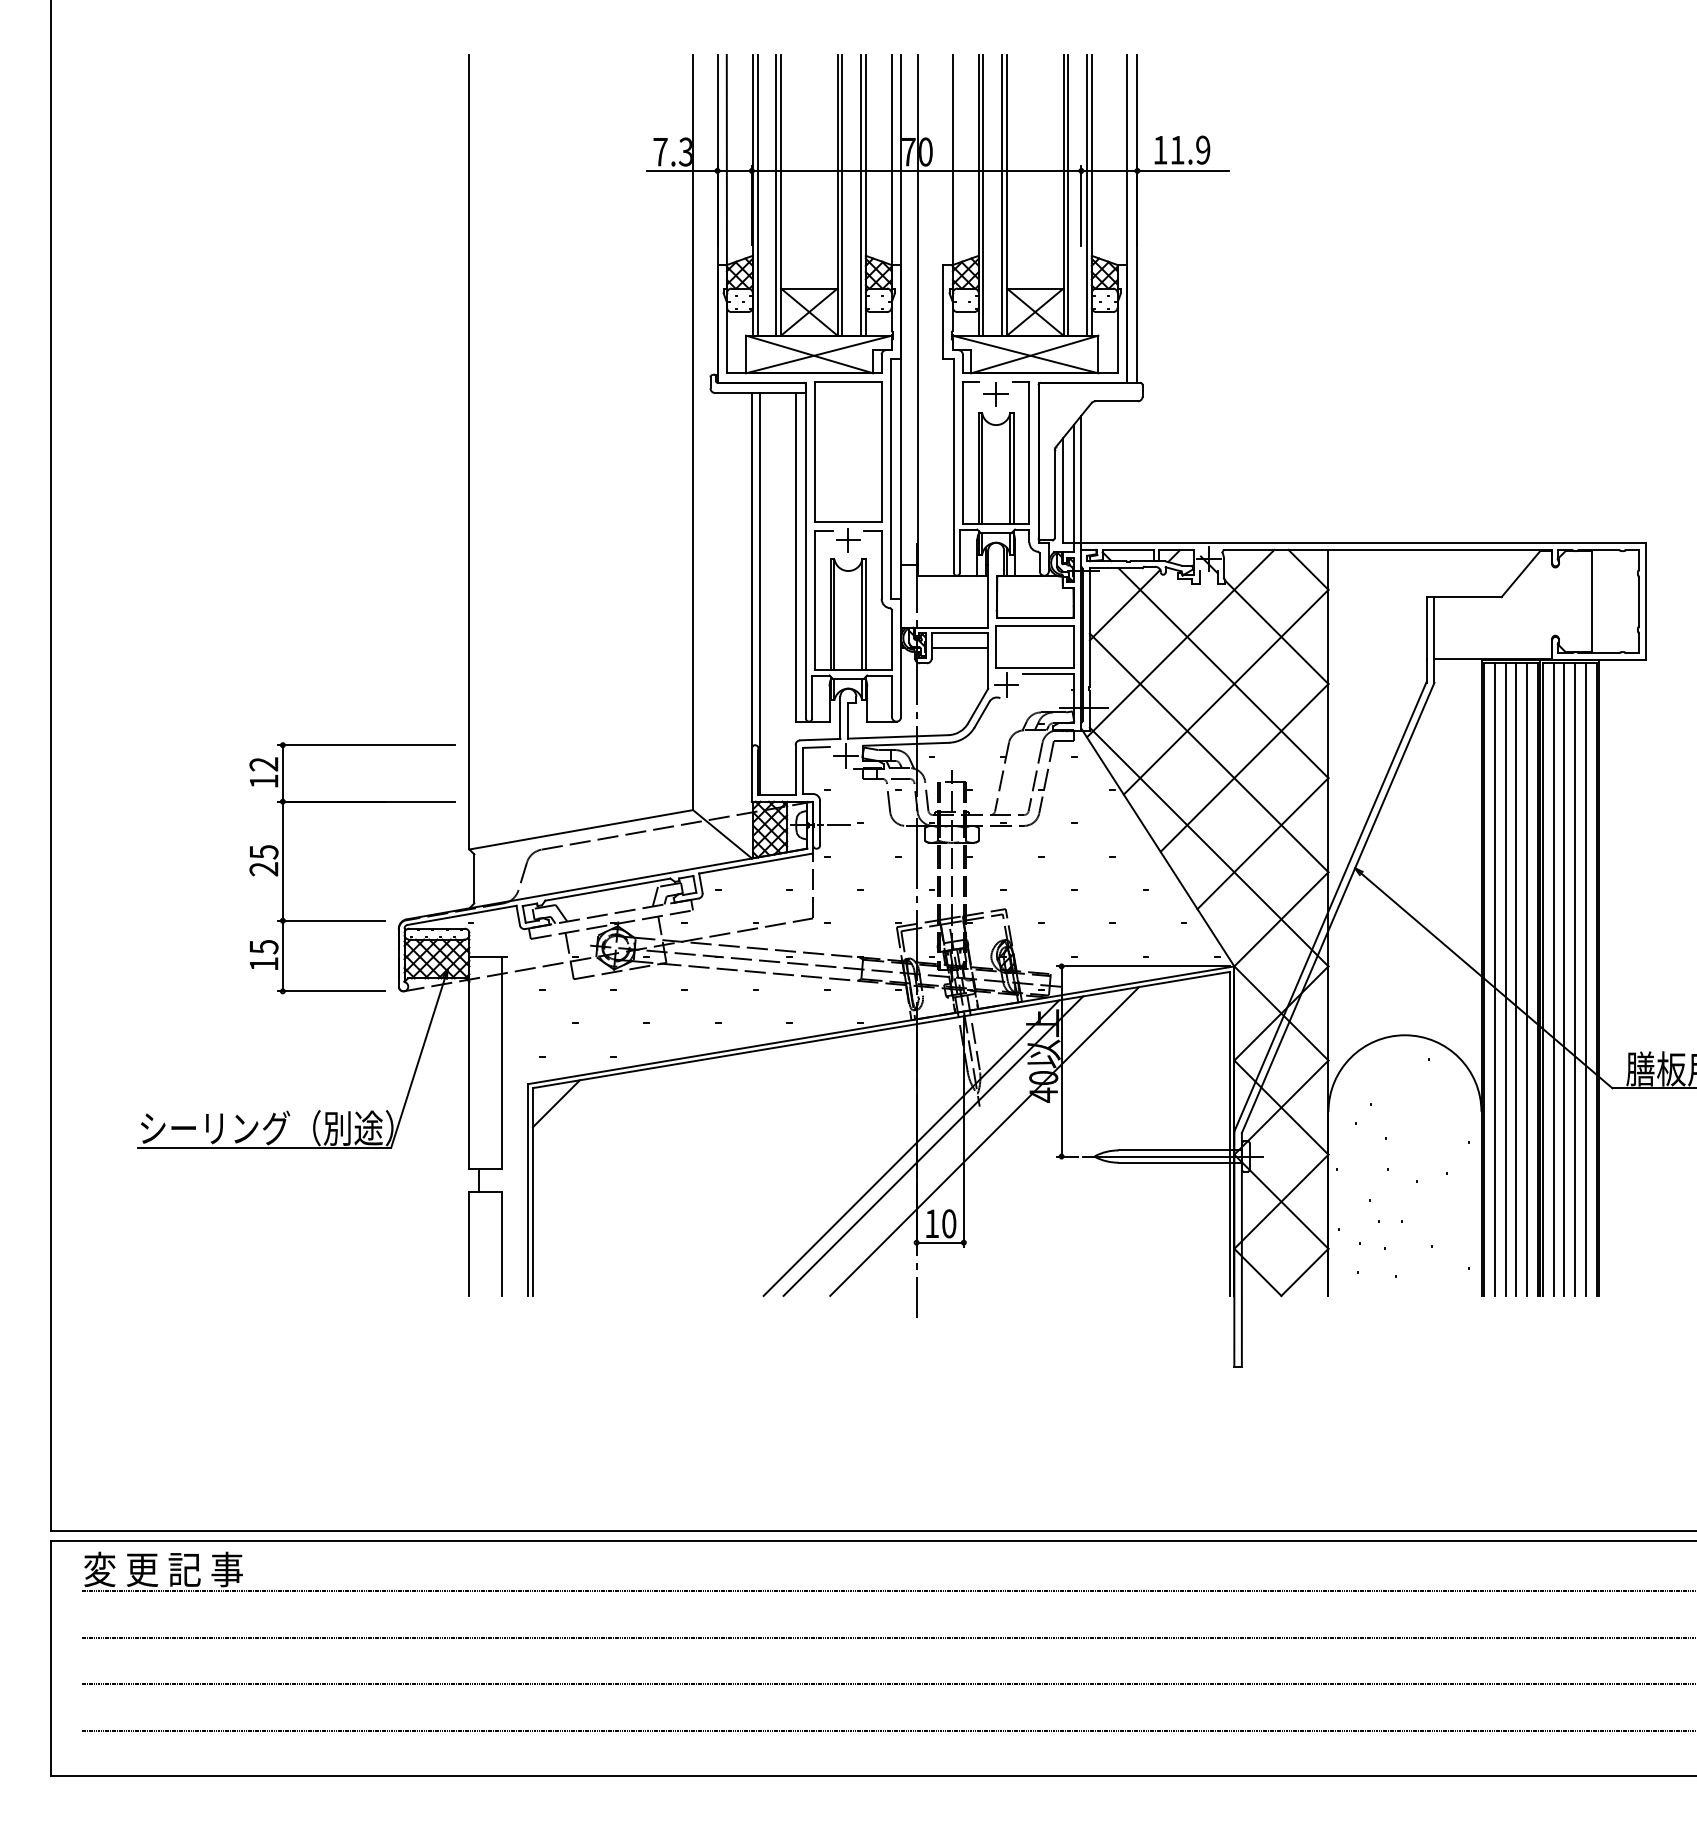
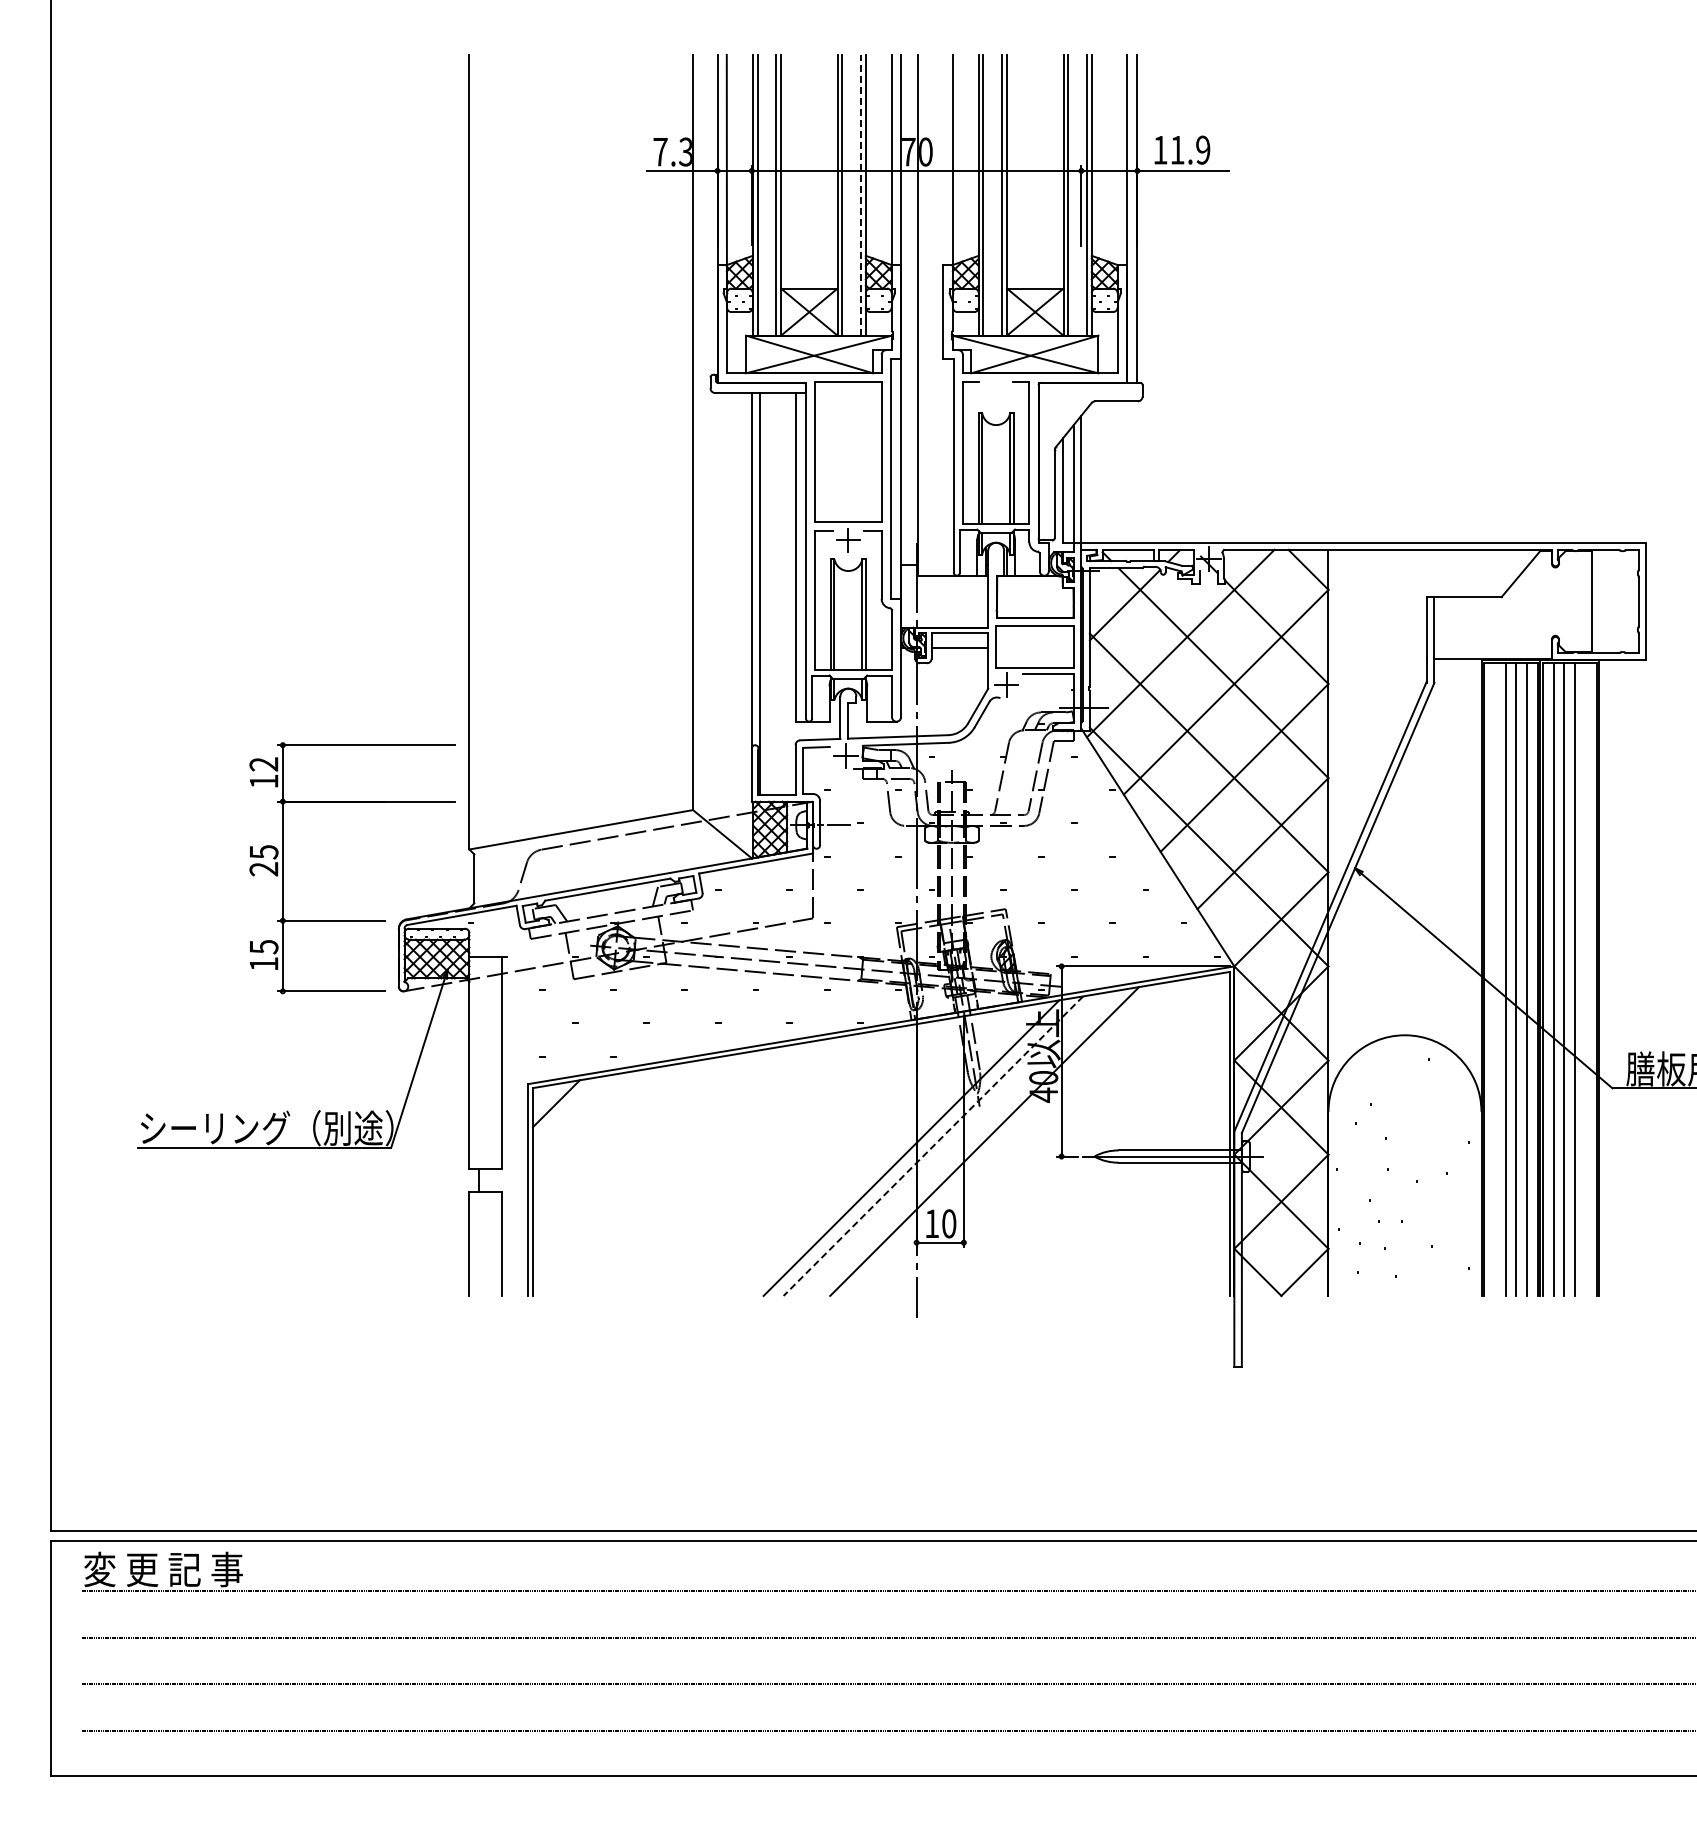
line at (861, 194): solid -> dashed
part at (995, 394): present -> none
line at (1494, 978): present -> none
line at (1586, 978): present -> none
line at (933, 1146): solid -> dashed
